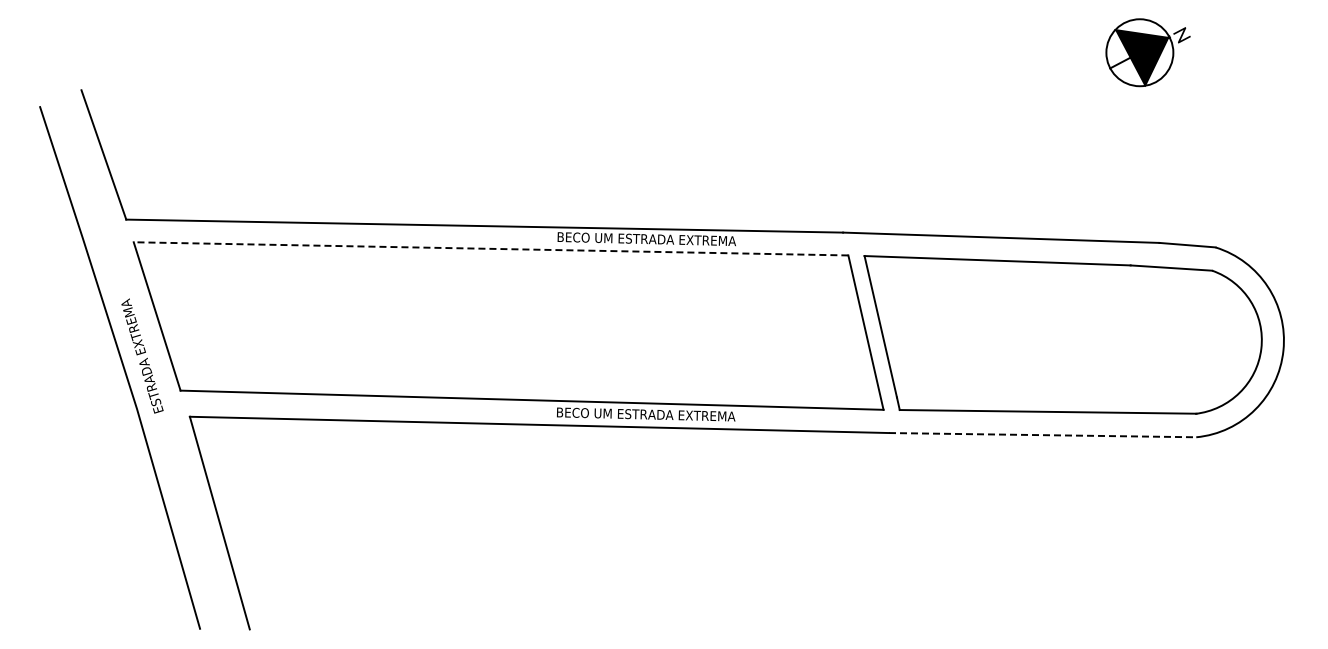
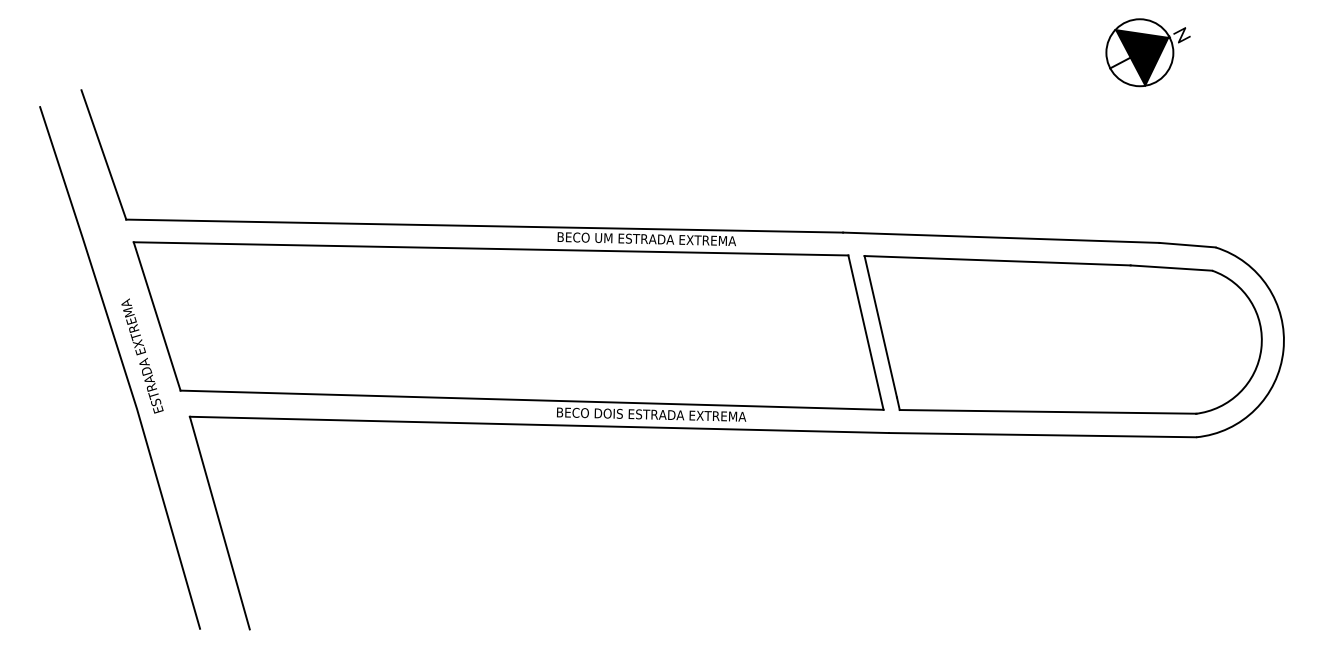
line at (490, 248): dashed -> solid
text at (670, 414): BECO UM ESTRADA EXTREMA -> BECO DOIS ESTRADA EXTREMA
line at (1042, 435): dashed -> solid
